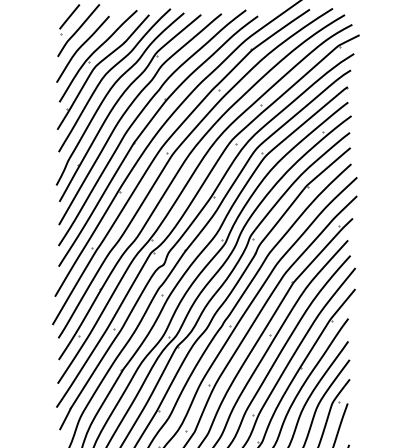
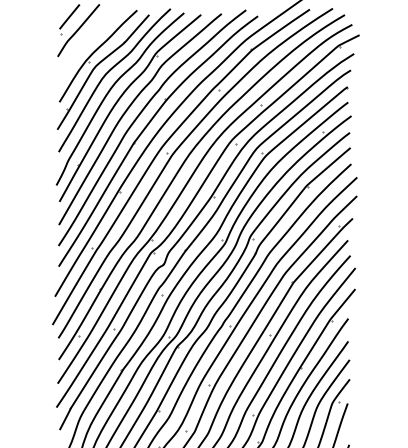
curve at (81, 47): present -> none
